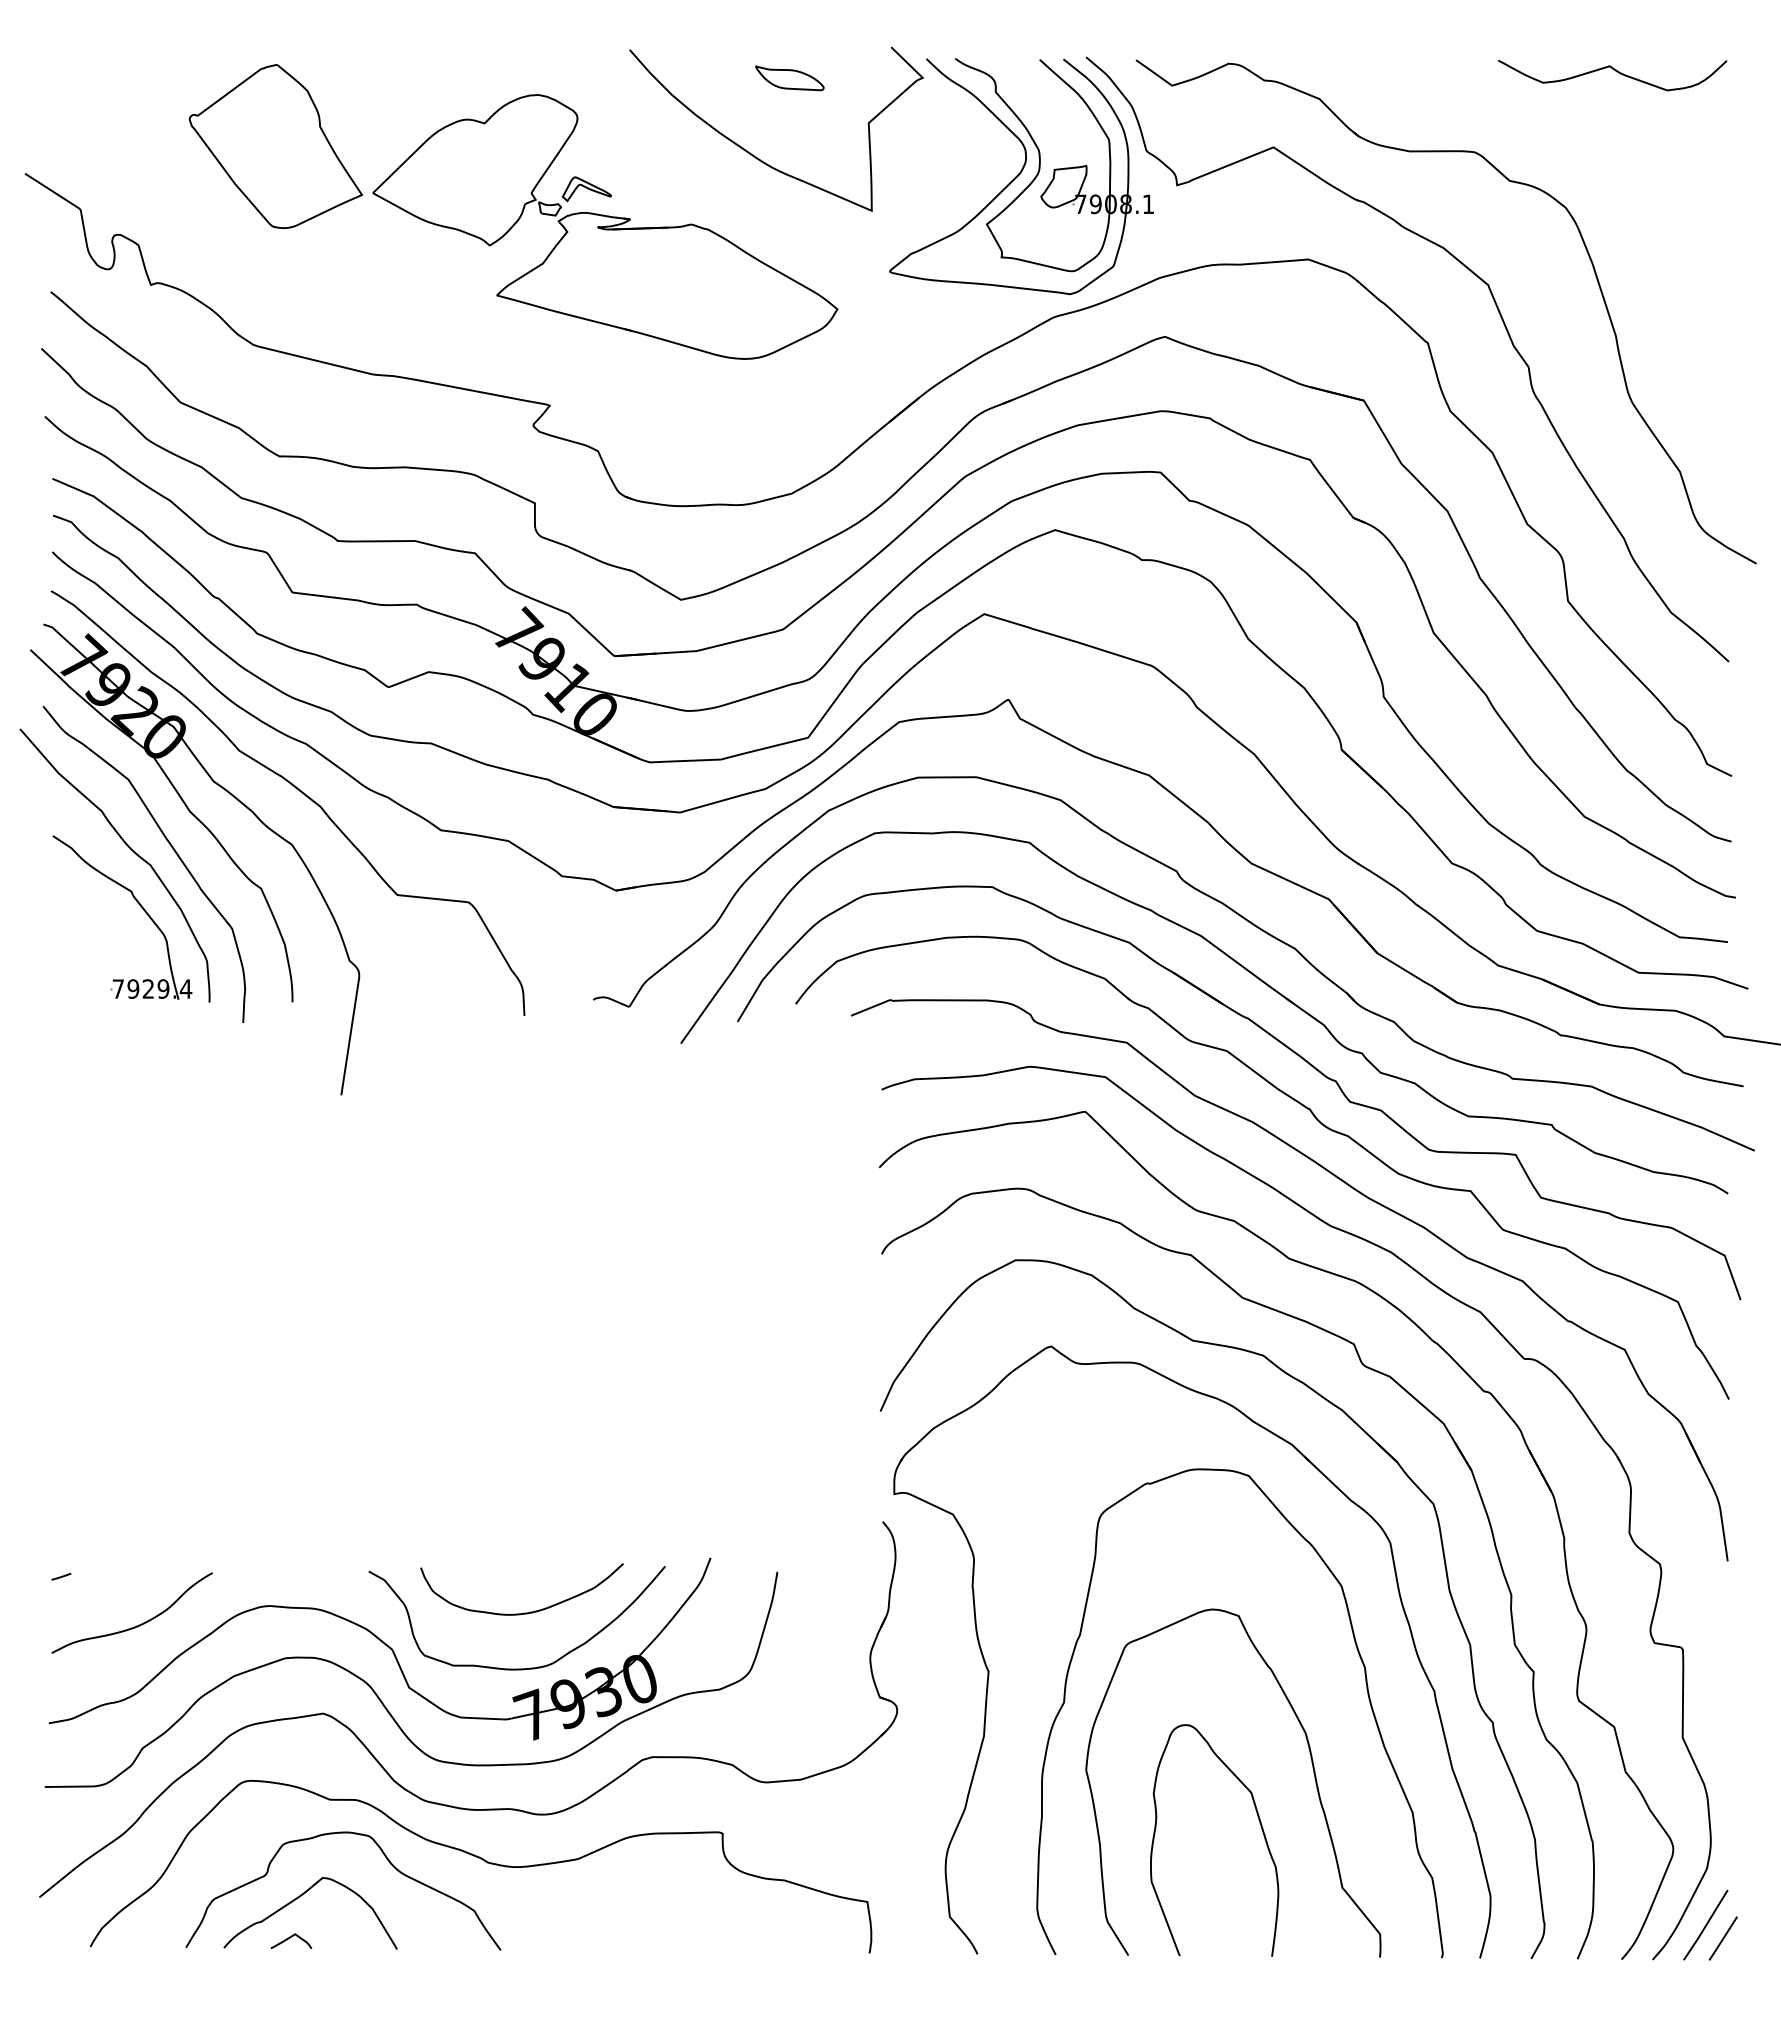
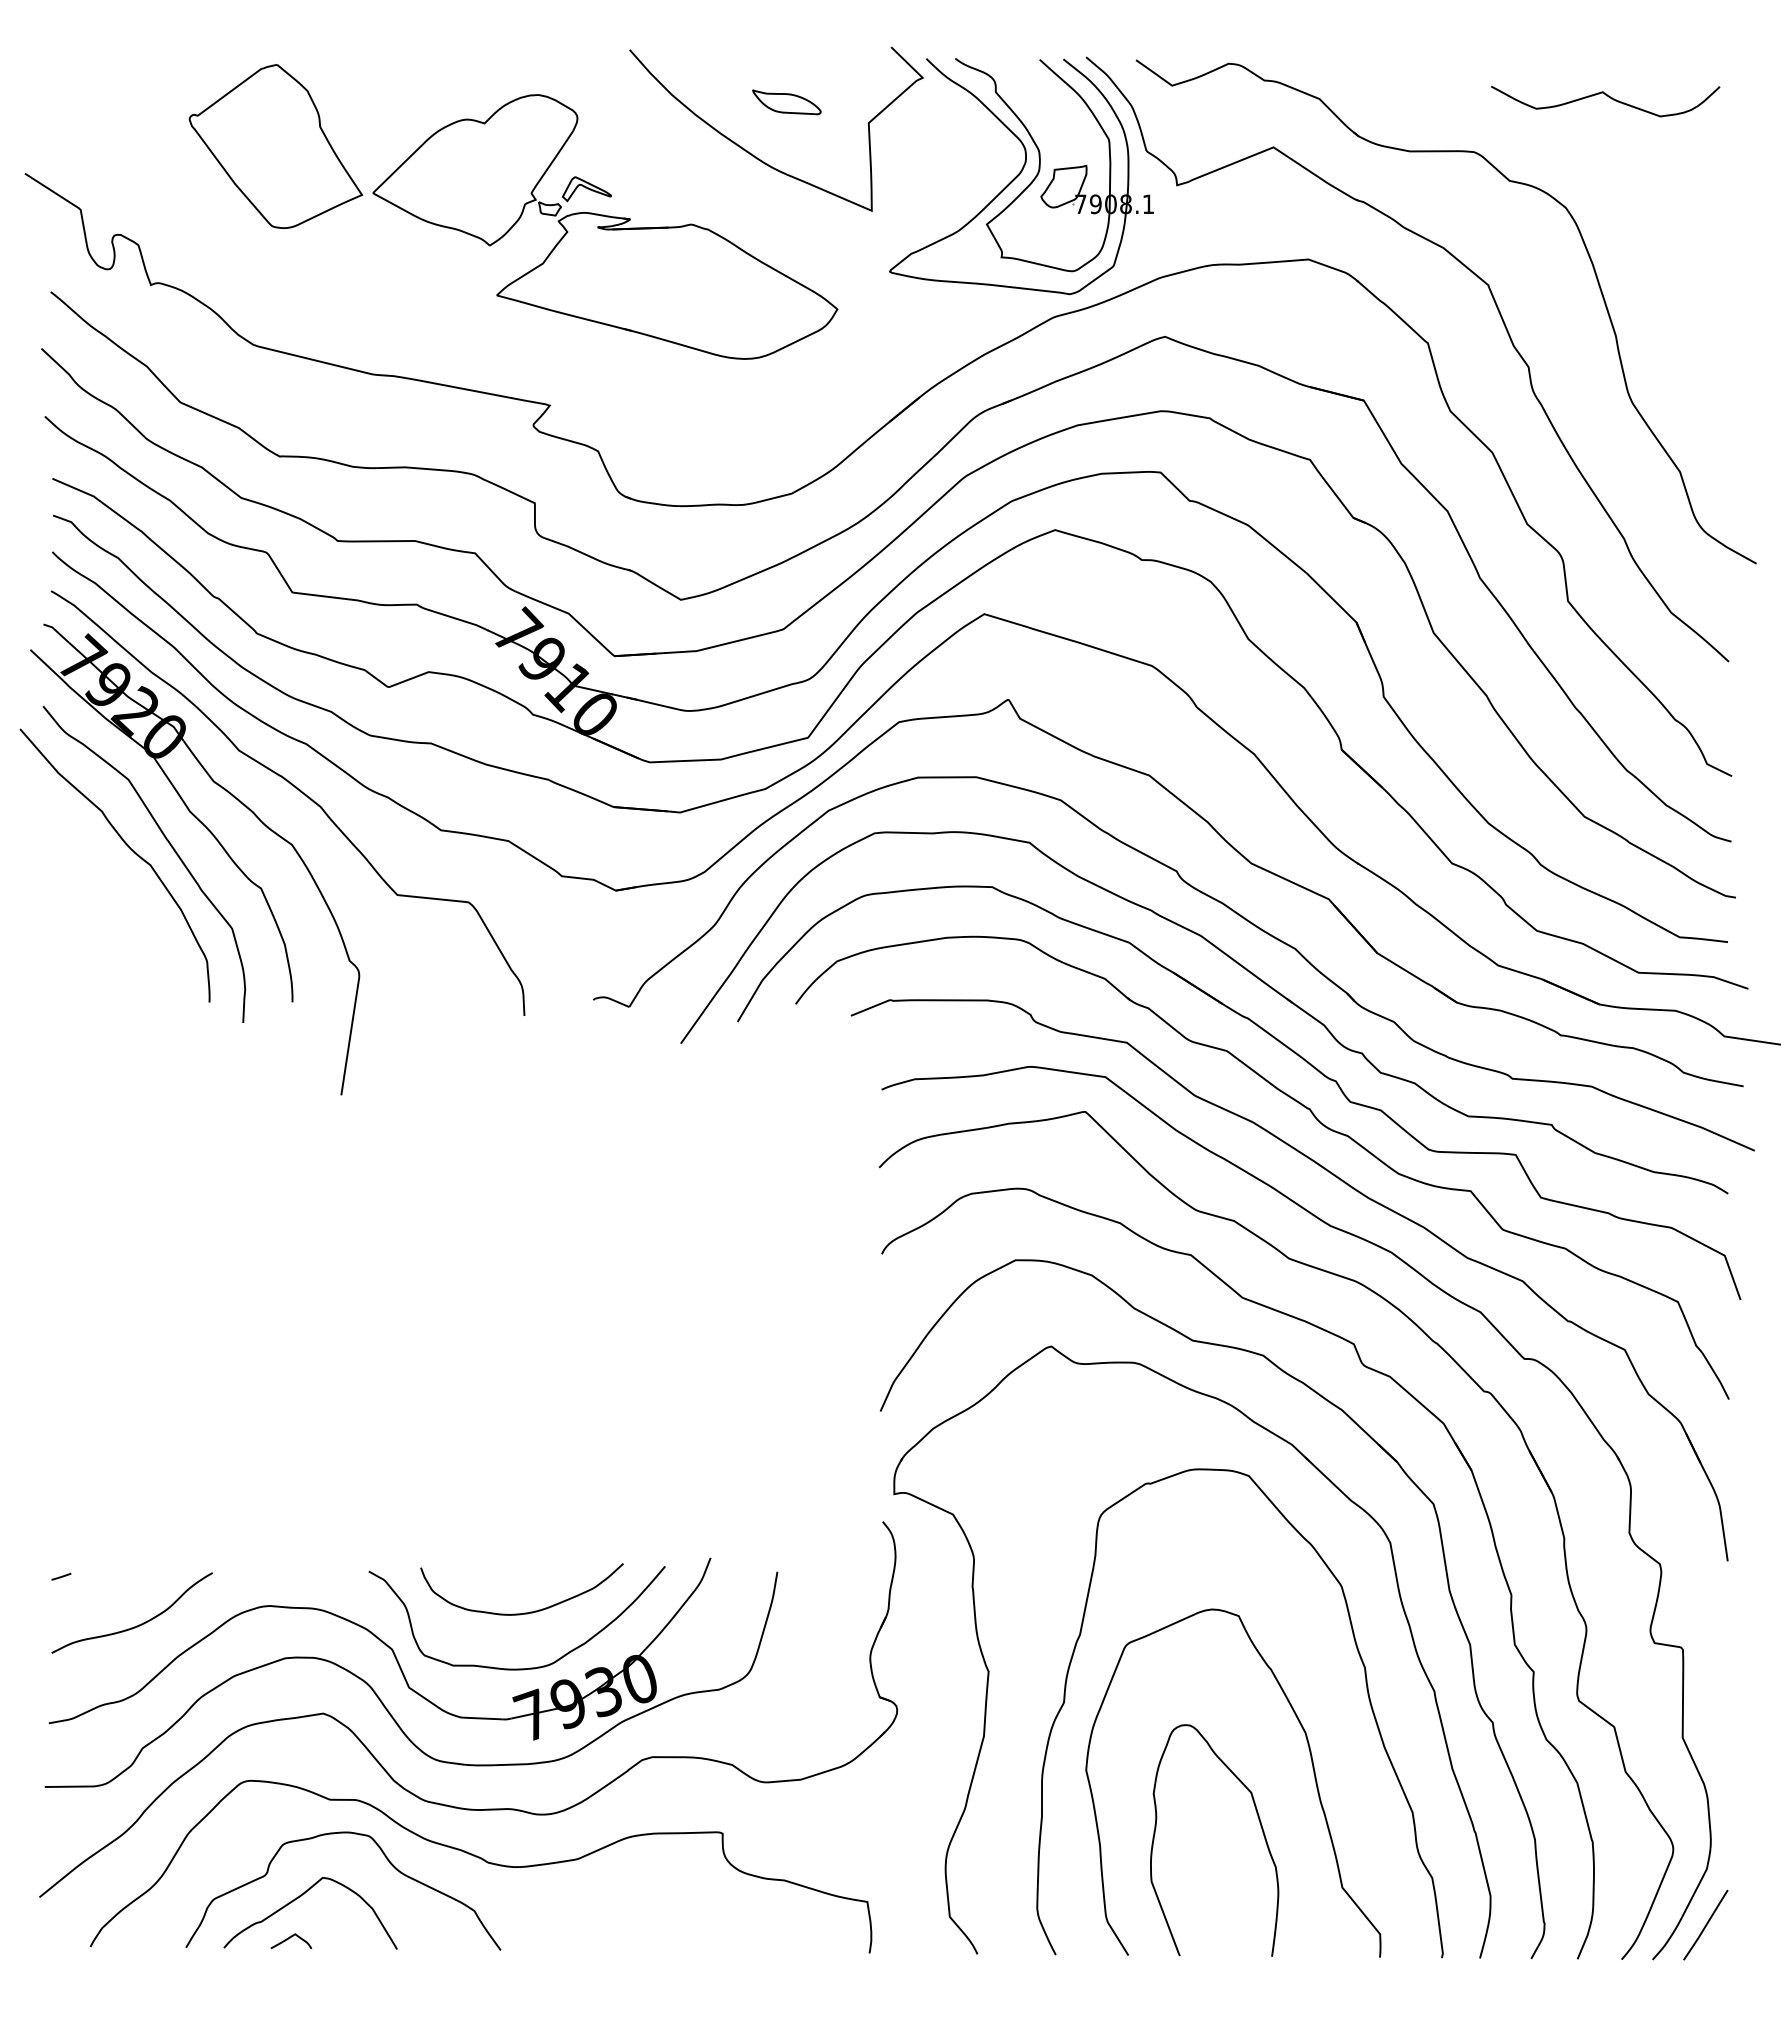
curve at (1615, 71) position: (1615, 71) -> (1608, 97)
part at (789, 78) position: (789, 78) -> (786, 102)
part at (138, 904): present -> none
line at (1722, 1938): present -> none
